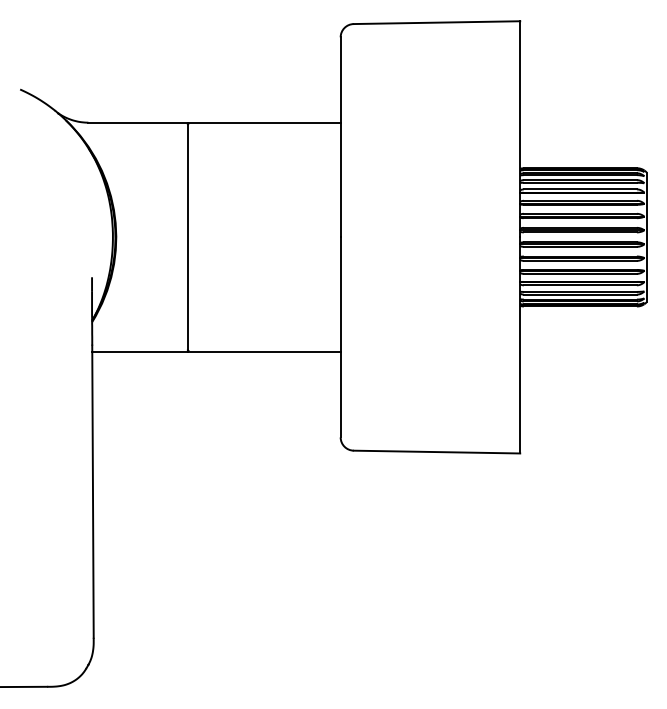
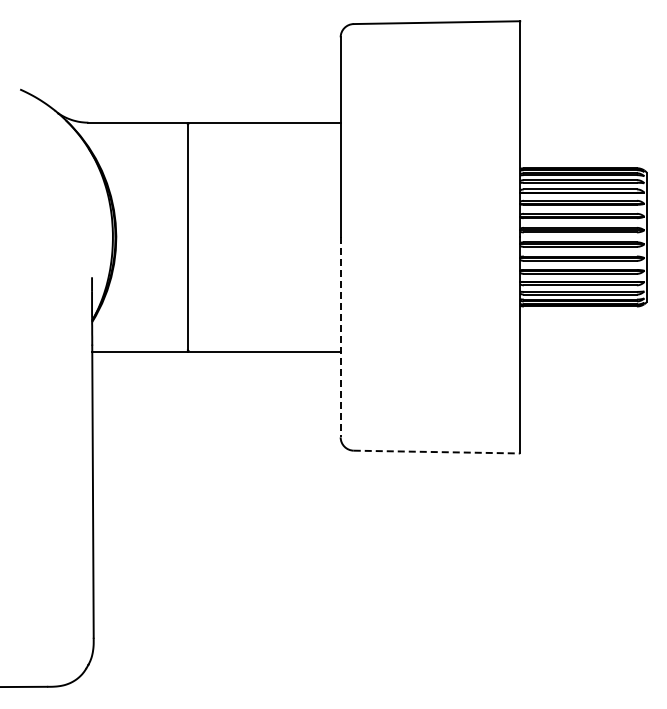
line at (340, 337): solid -> dashed
line at (437, 452): solid -> dashed
